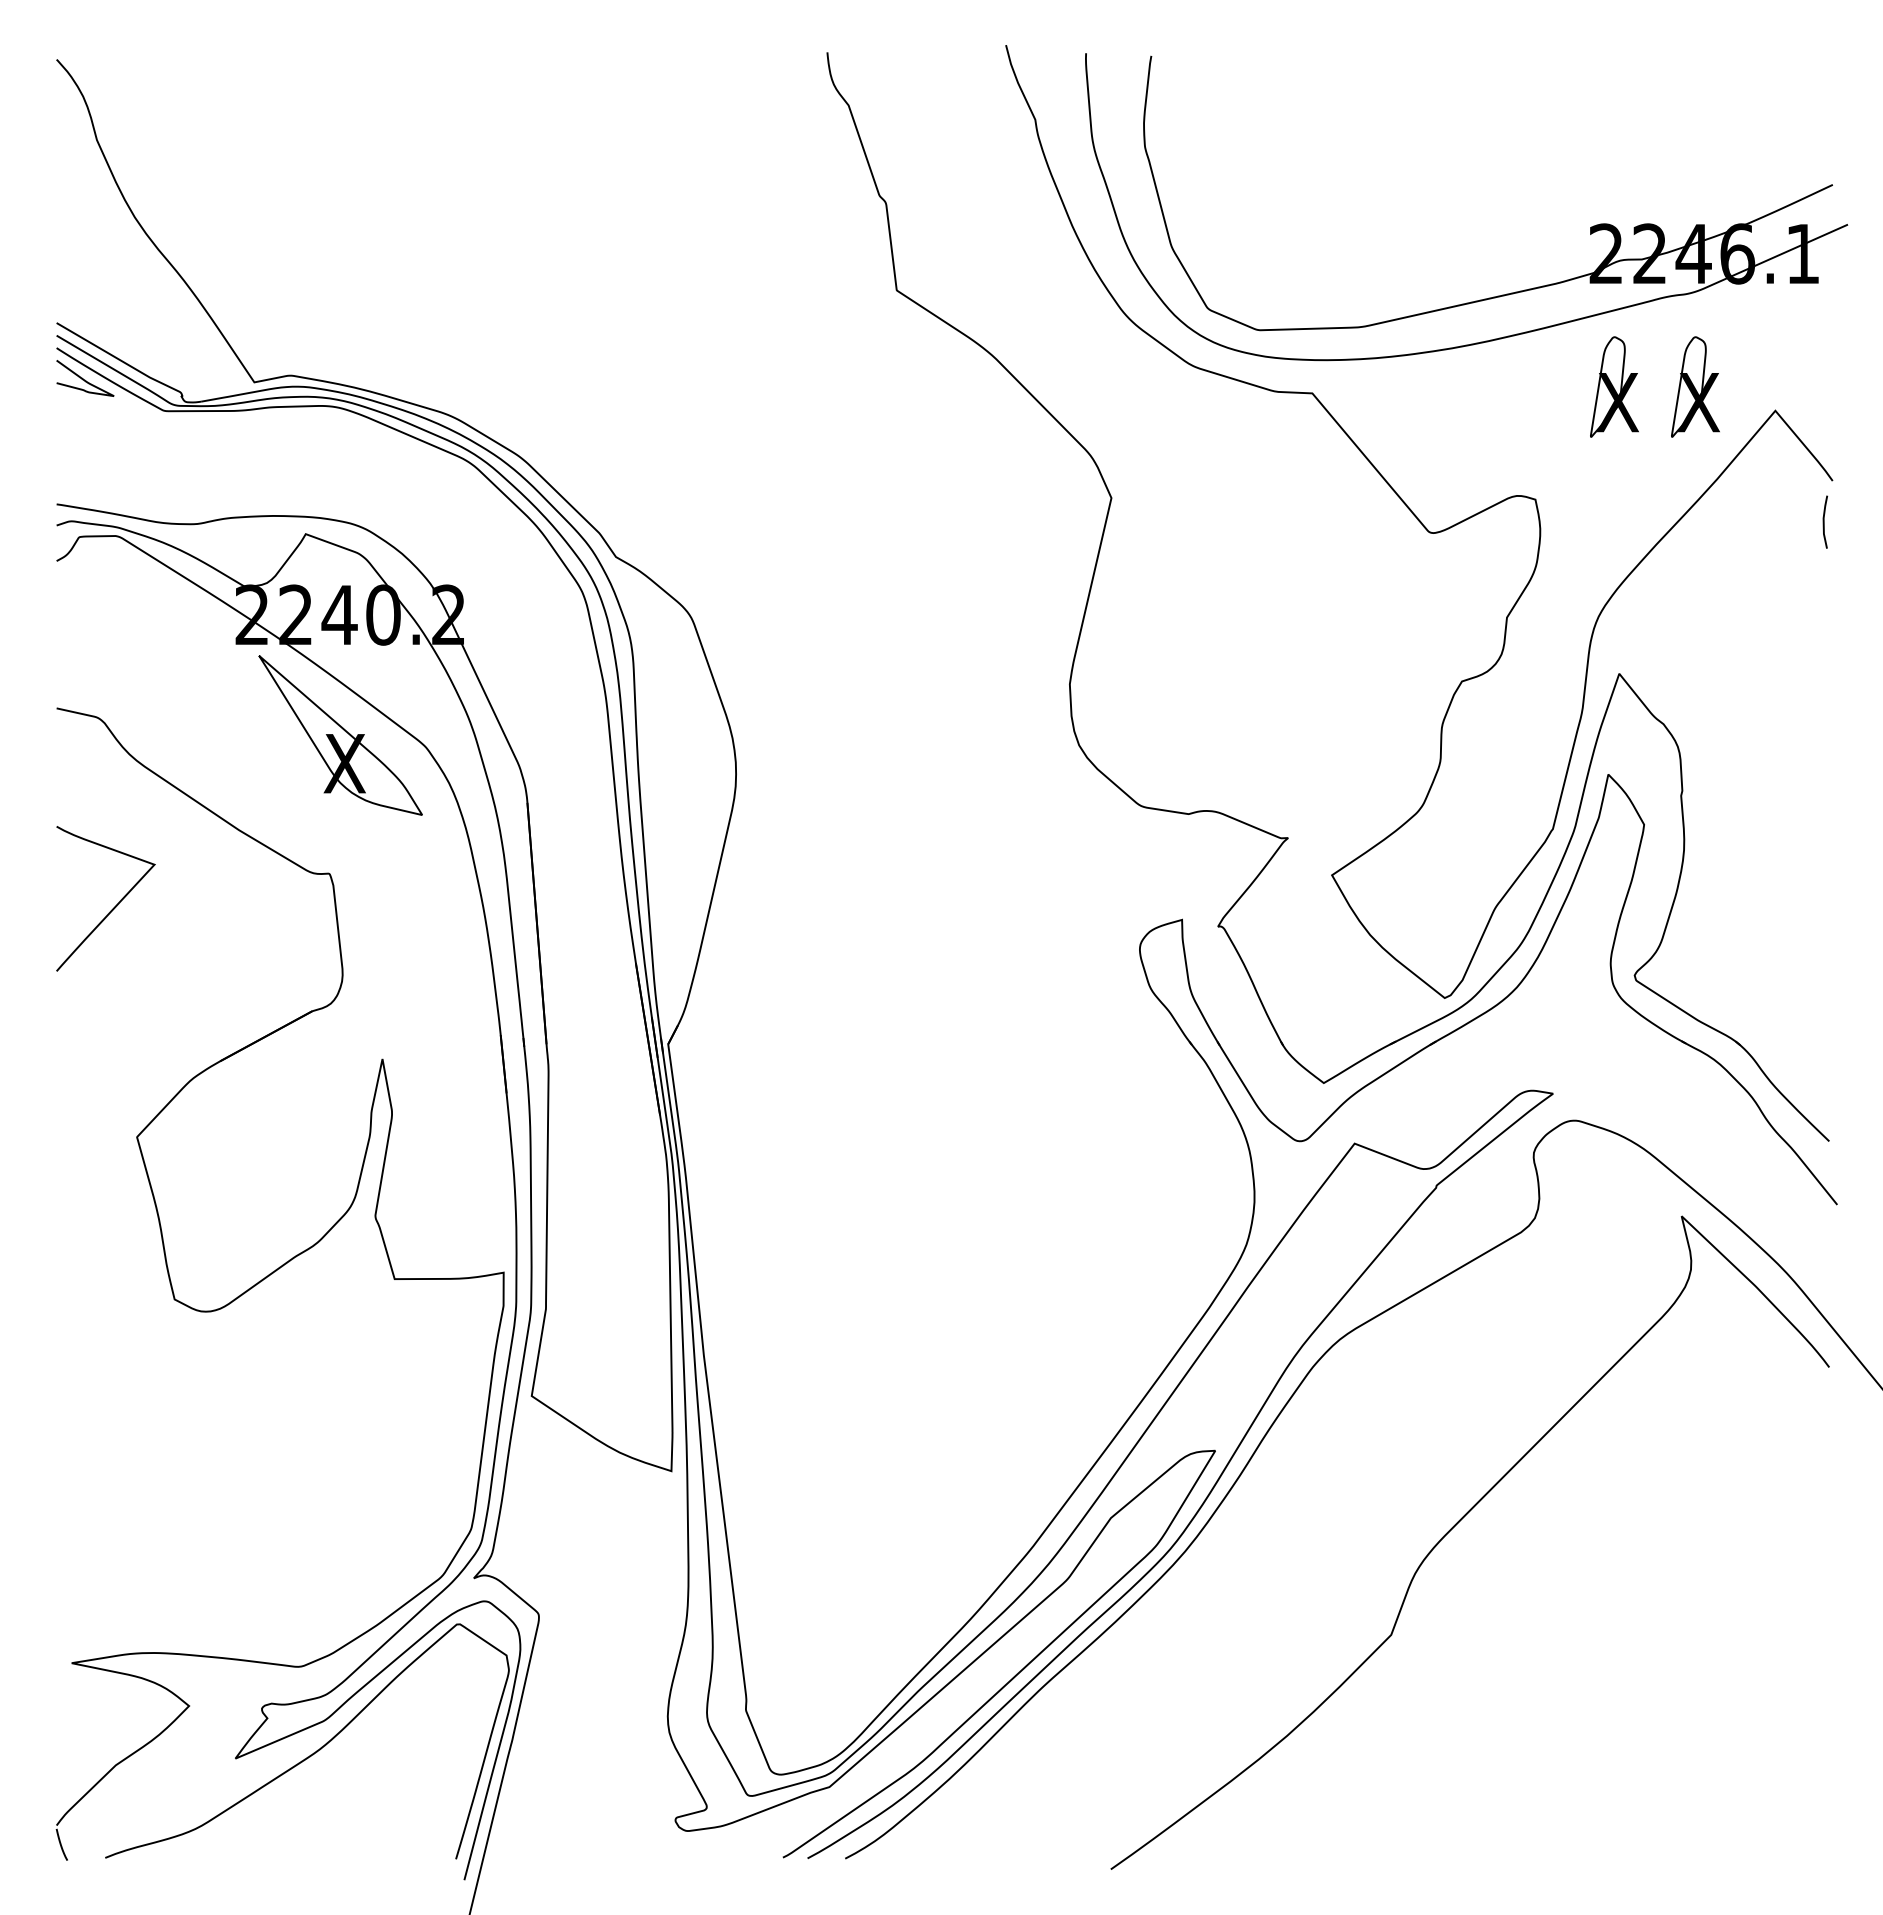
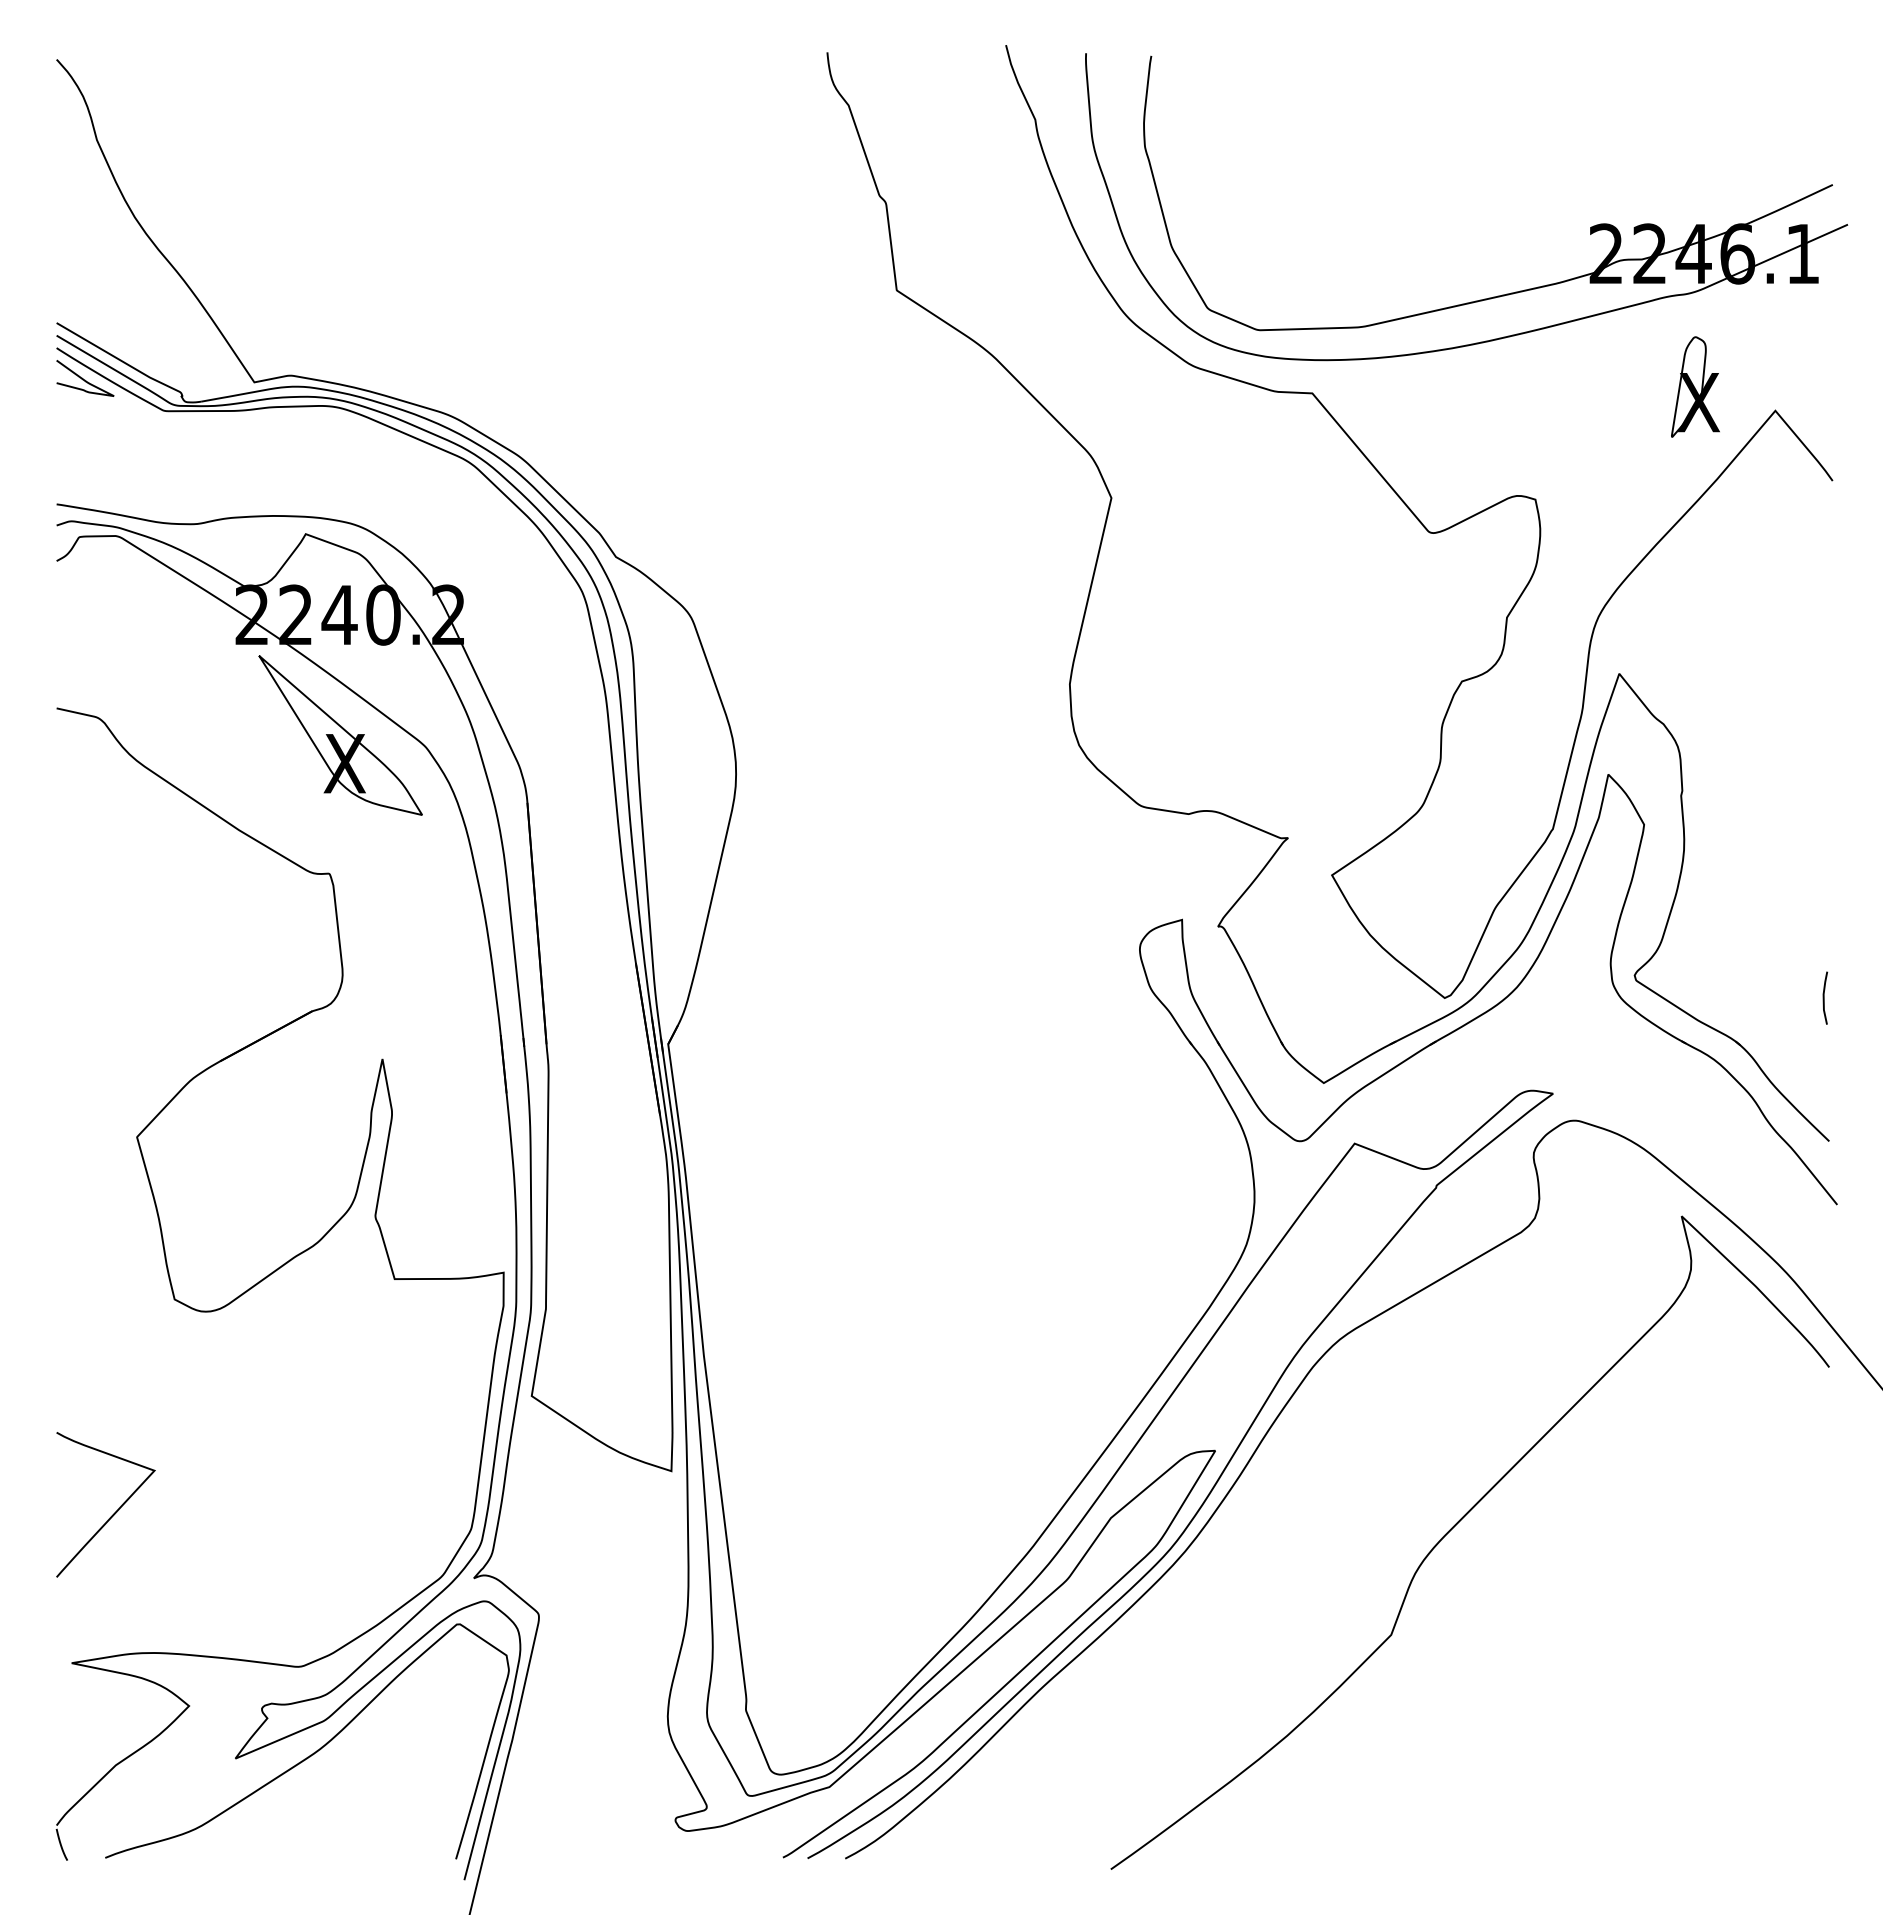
part at (1614, 386): present -> none
line at (1824, 521) position: (1824, 521) -> (1824, 997)
curve at (114, 906) position: (114, 906) -> (114, 1512)
